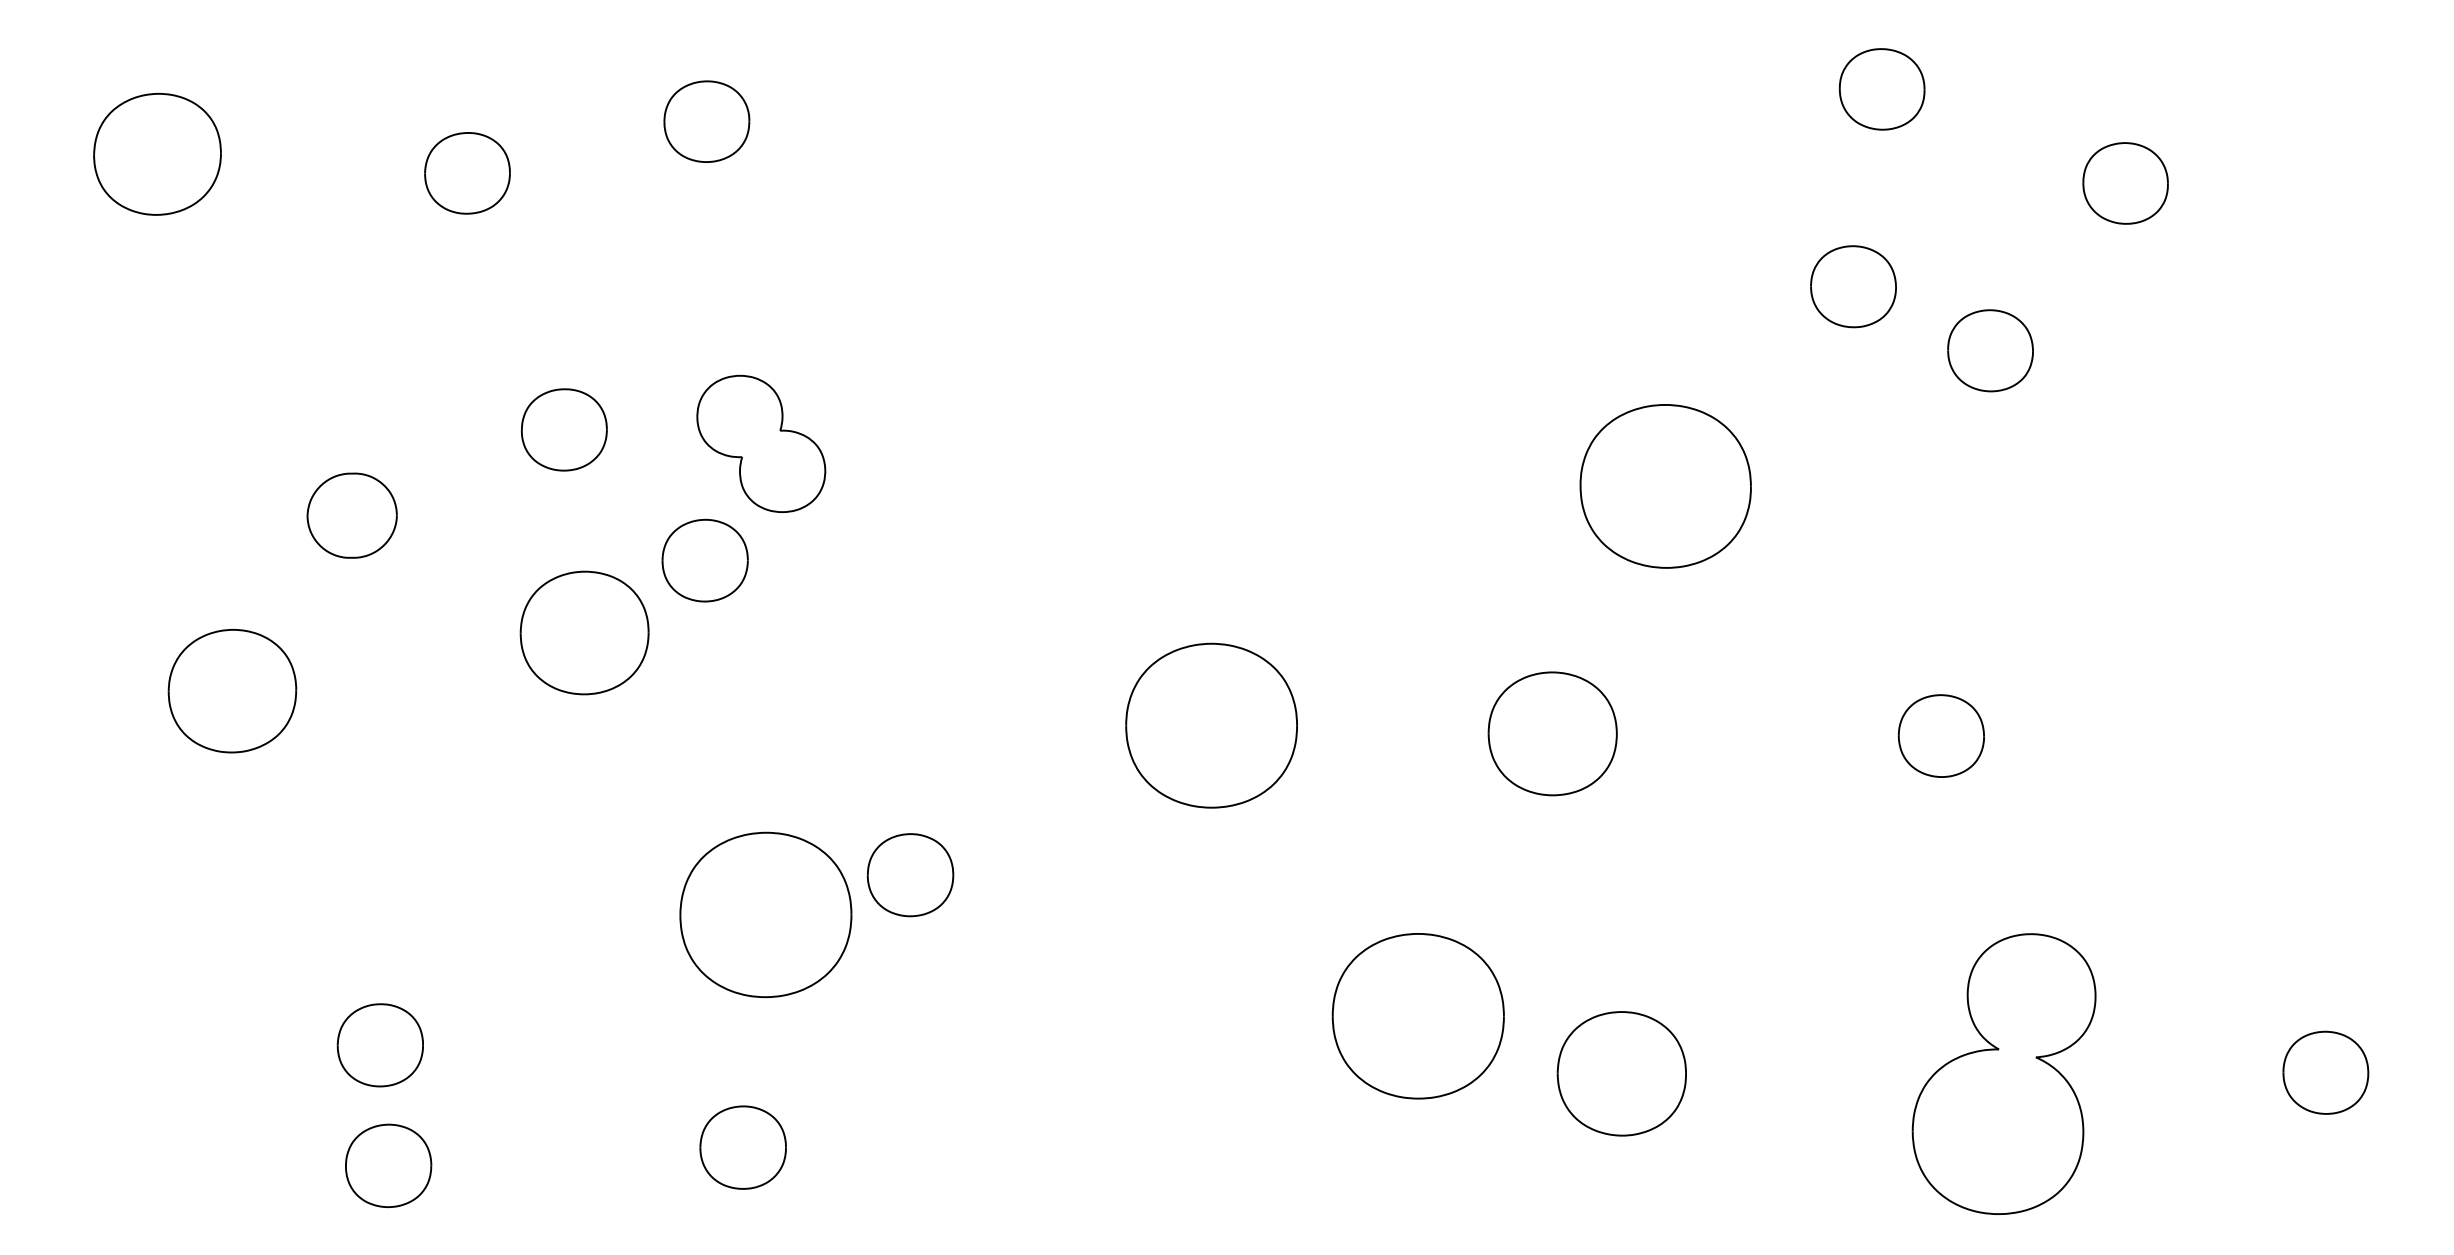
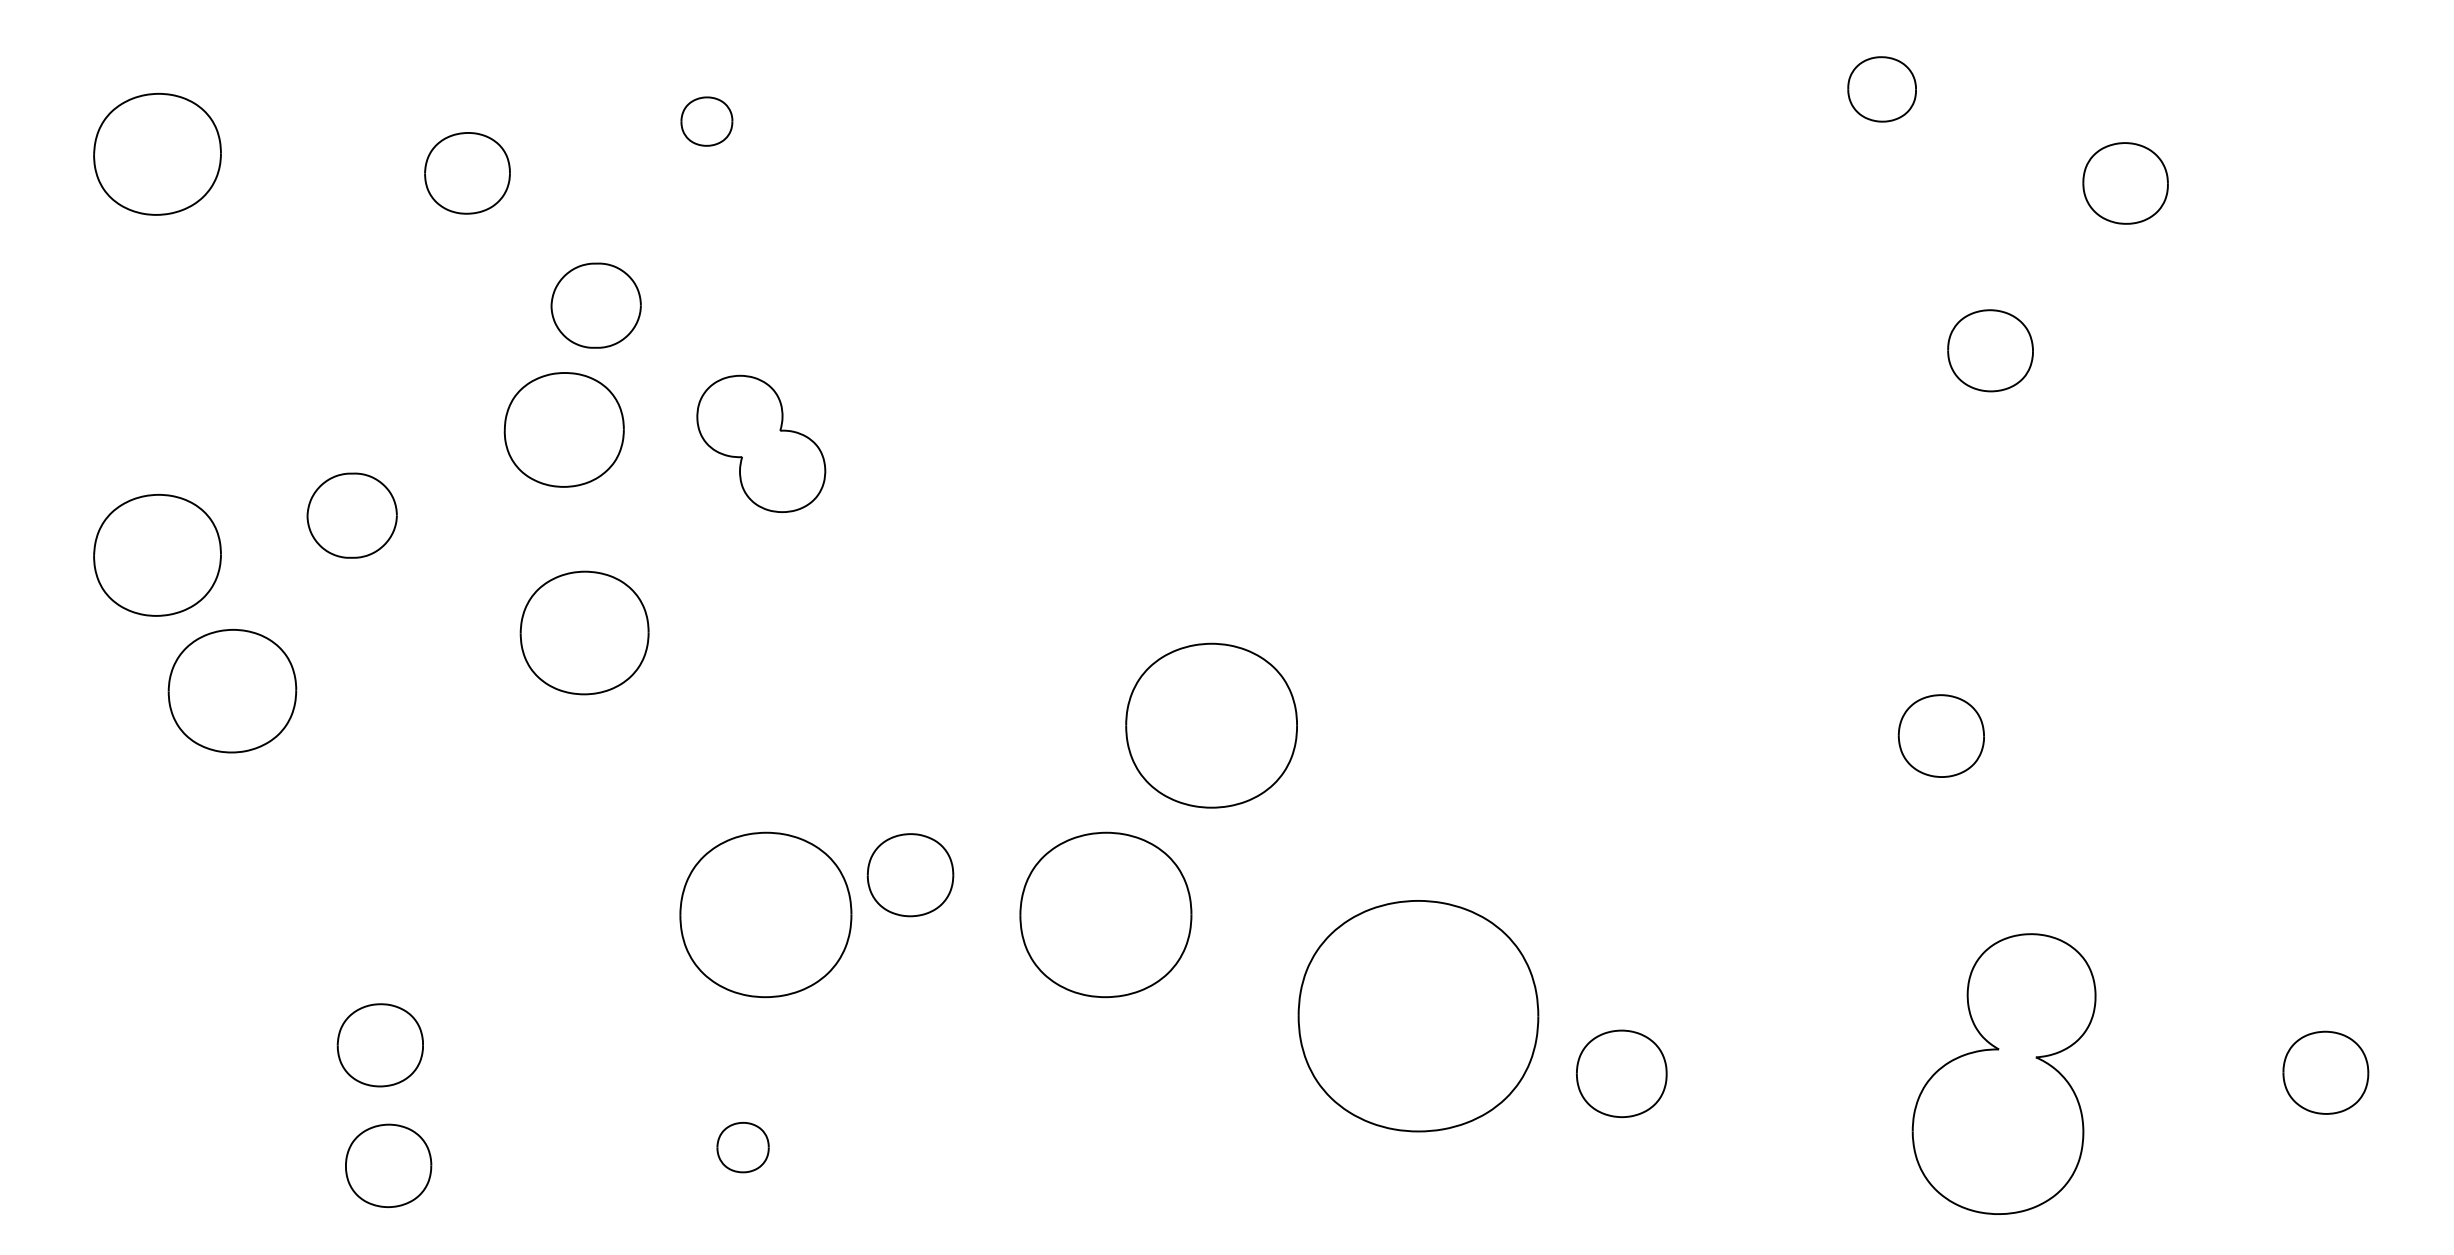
part at (1881, 89) size: 88x83 px -> 70x67 px
part at (706, 121) size: 88x83 px -> 54x51 px
part at (1853, 286): present -> none
part at (595, 305): none -> present
part at (564, 429) size: 87x84 px -> 122x116 px
part at (1665, 486): present -> none
part at (157, 555): none -> present
part at (704, 560): present -> none
part at (1552, 733): present -> none
part at (1105, 914): none -> present
part at (1417, 1016) size: 174x167 px -> 243x233 px
part at (1621, 1073) size: 131x126 px -> 92x89 px
part at (742, 1147) size: 88x85 px -> 54x52 px
